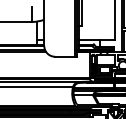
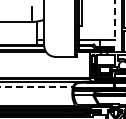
line at (115, 20): solid -> dashed
line at (37, 87): solid -> dashed
